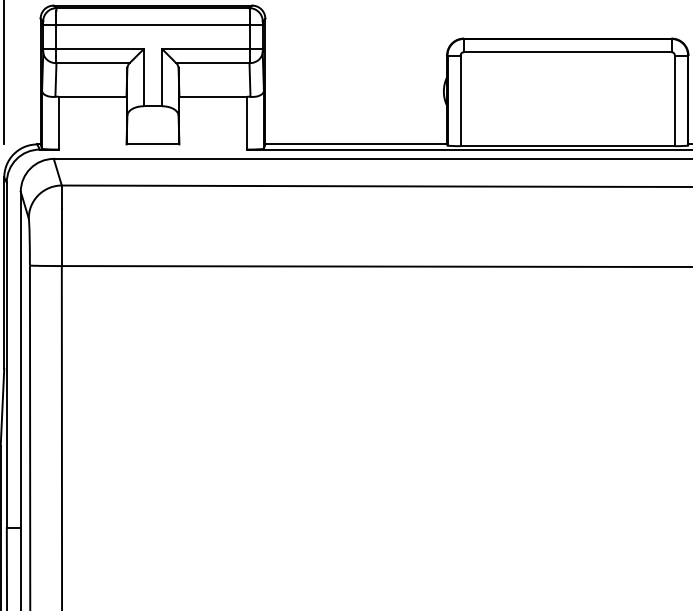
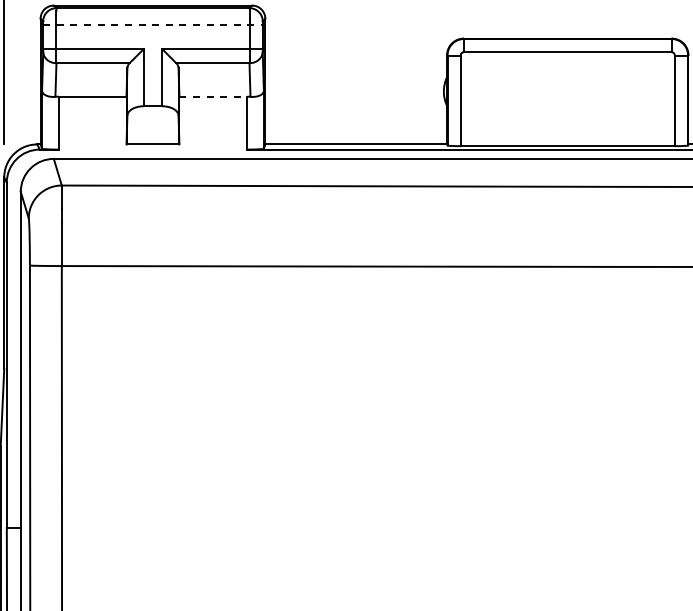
line at (152, 24): solid -> dashed
line at (213, 96): solid -> dashed
